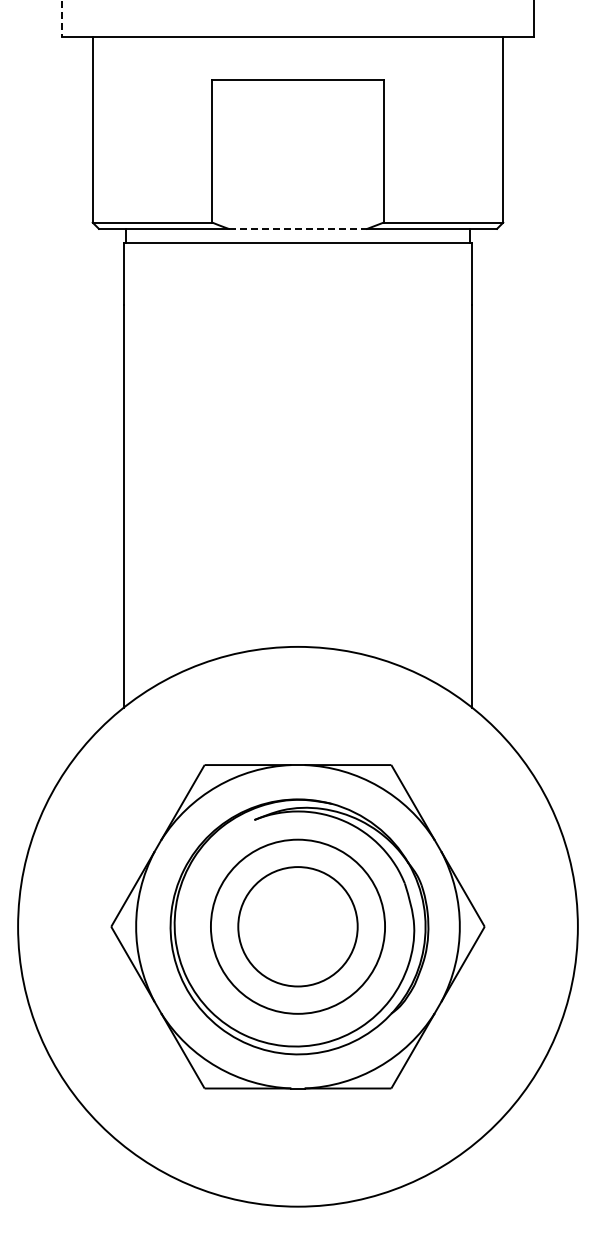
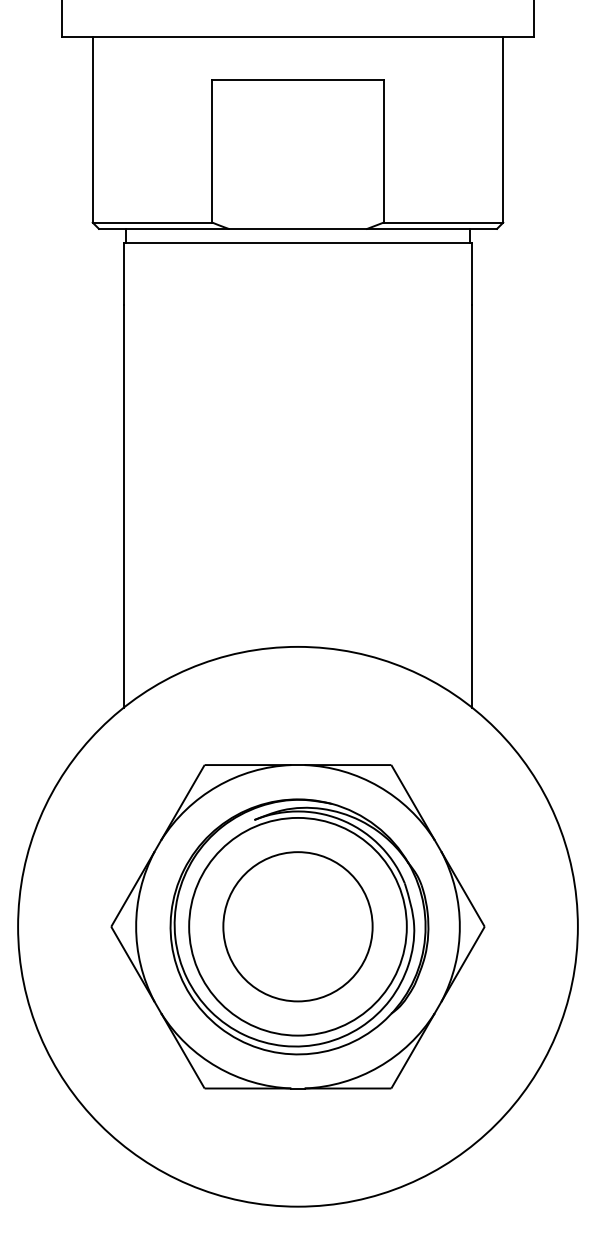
line at (61, 19): dashed -> solid
line at (298, 228): dashed -> solid
circle at (297, 926) diameter: 119 px -> 149 px
circle at (297, 926) diameter: 174 px -> 218 px
